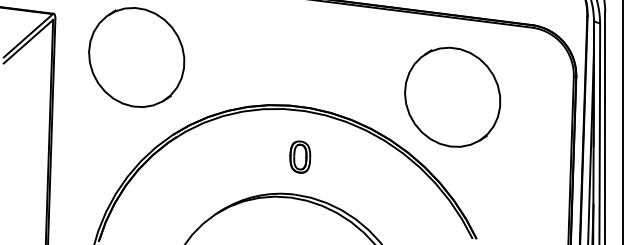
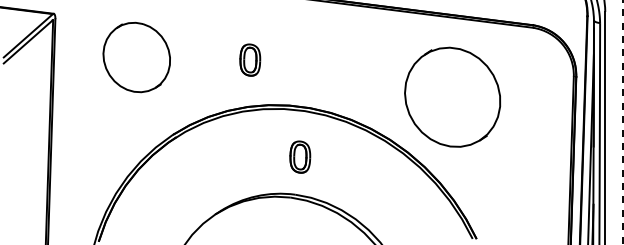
part at (136, 57) size: 98x101 px -> 69x73 px
part at (250, 59): none -> present
line at (623, 122): solid -> dashed
